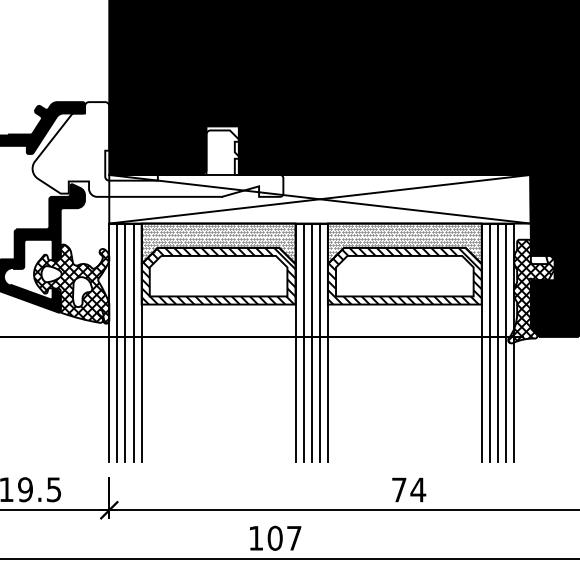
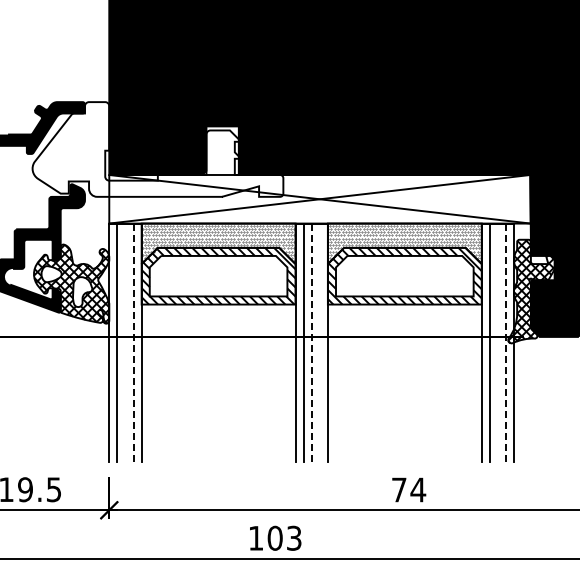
line at (125, 342): present -> none
line at (319, 342): present -> none
line at (497, 342): present -> none
line at (506, 342): solid -> dashed
line at (133, 343): solid -> dashed
line at (311, 343): solid -> dashed
text at (294, 537): 107 -> 103
